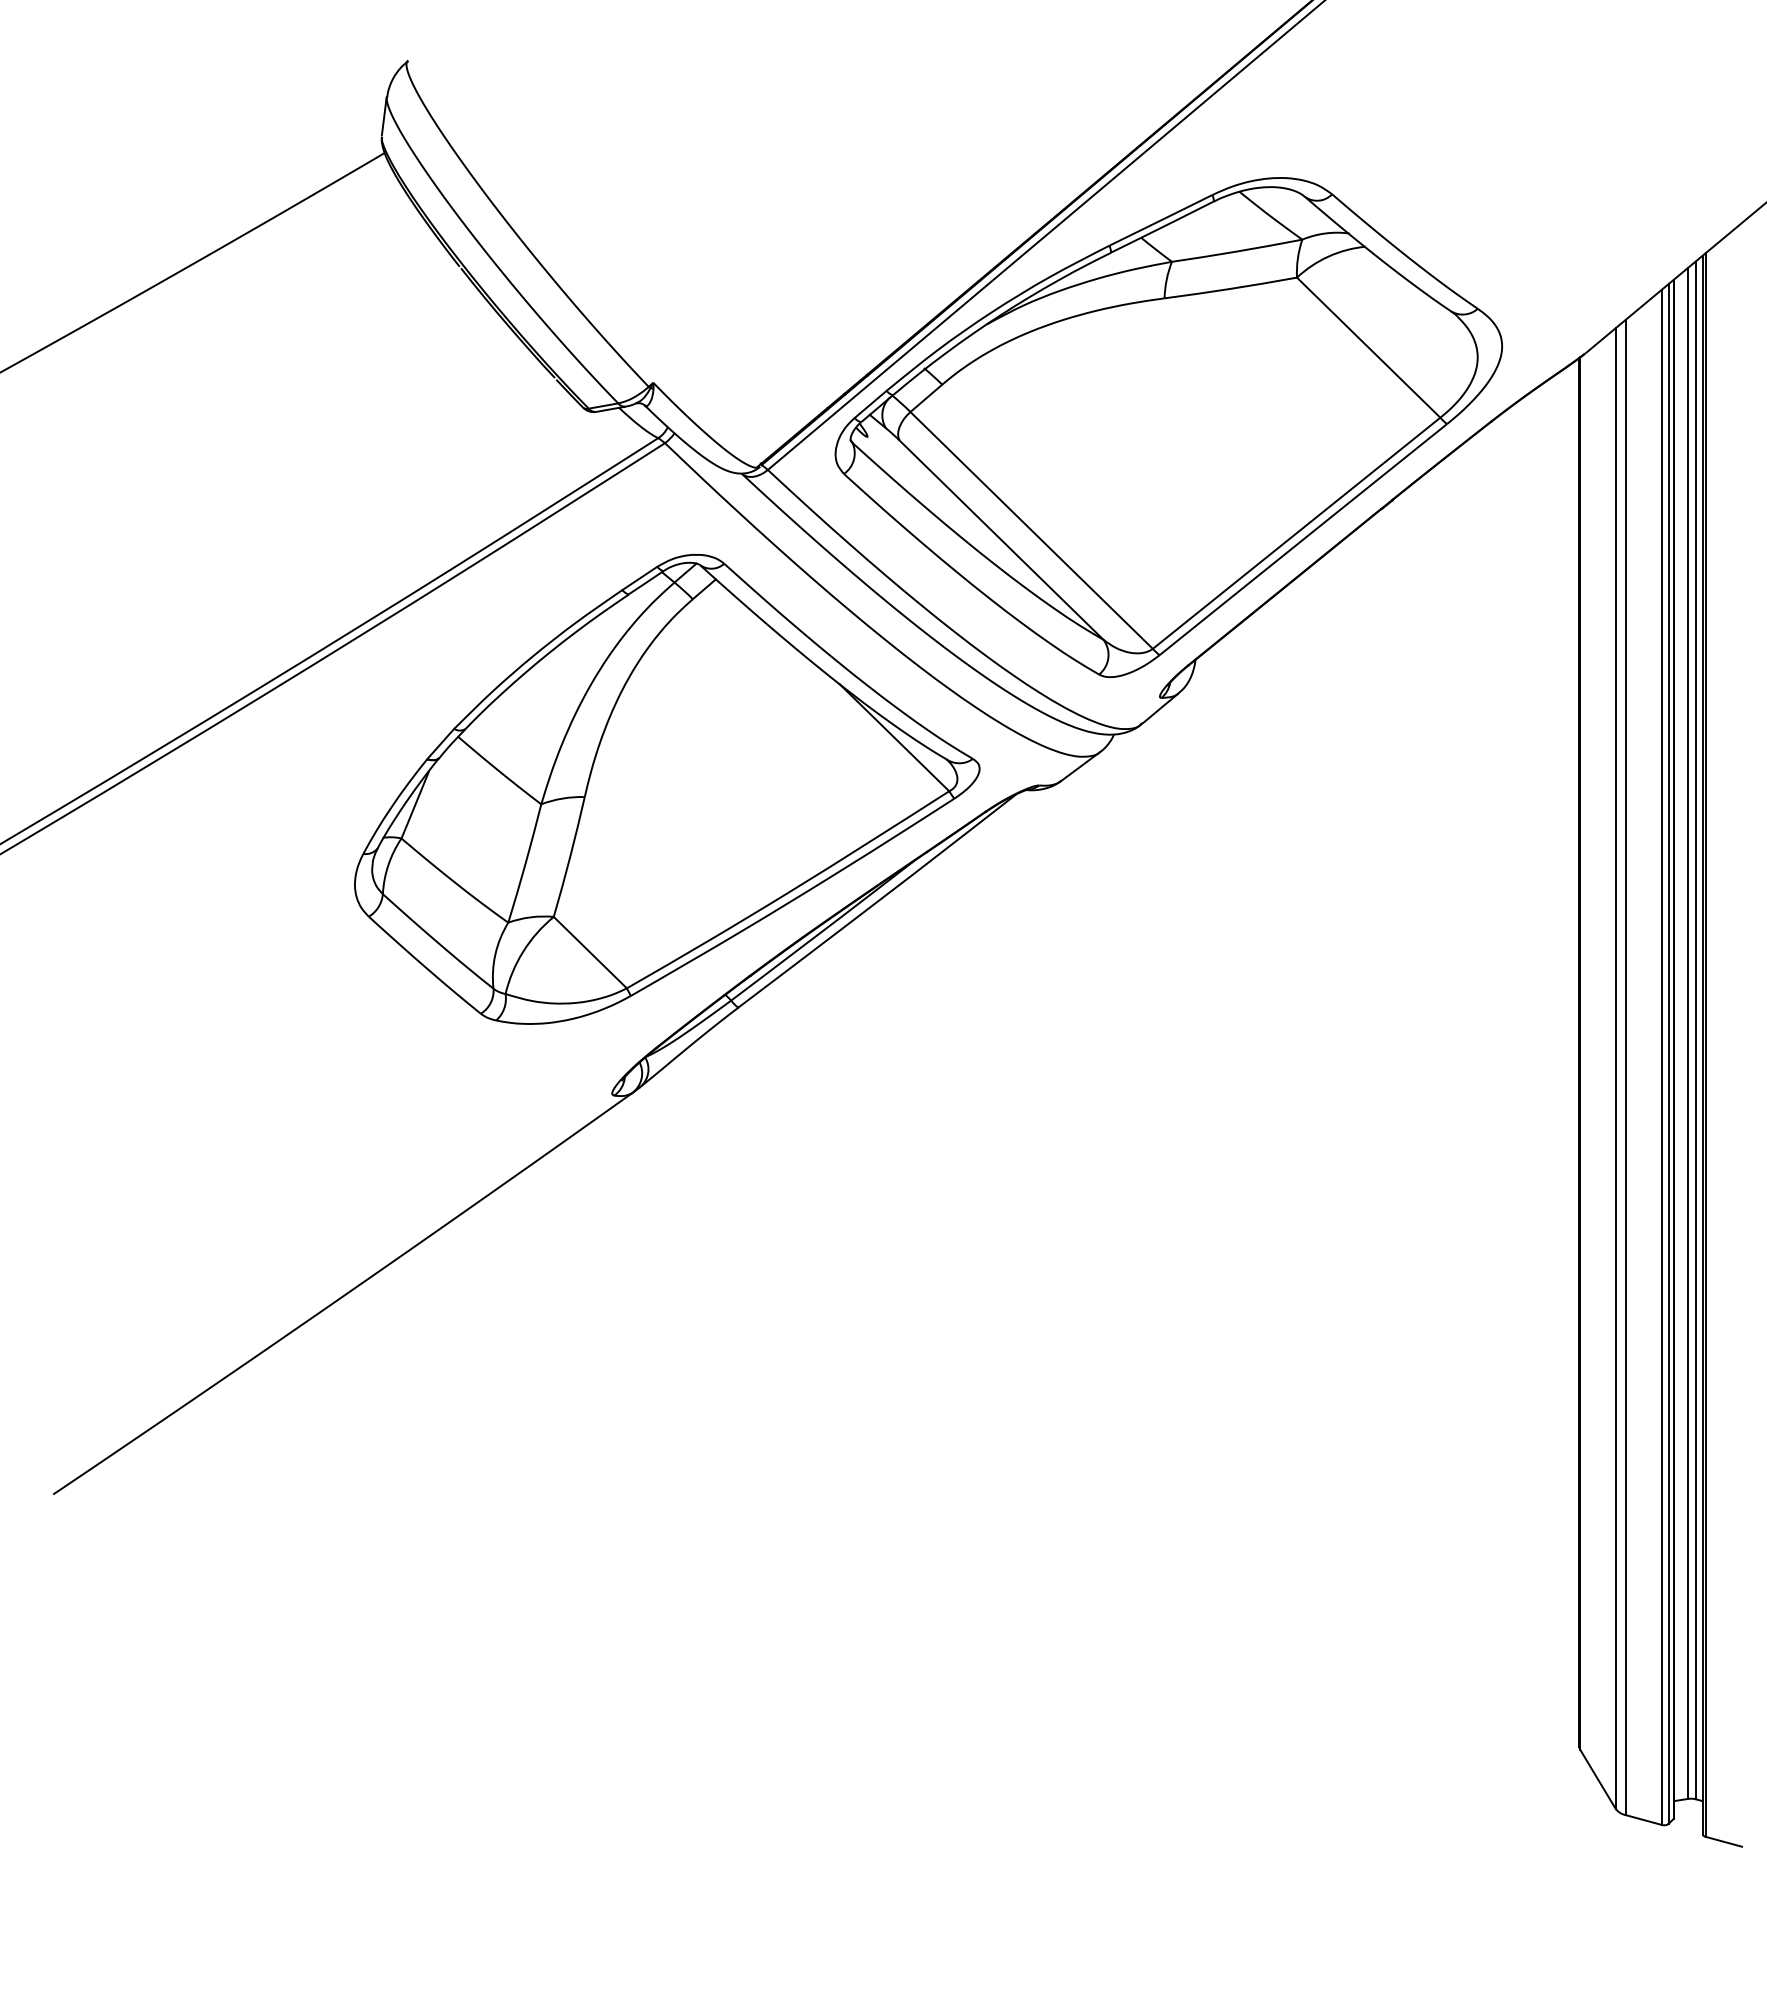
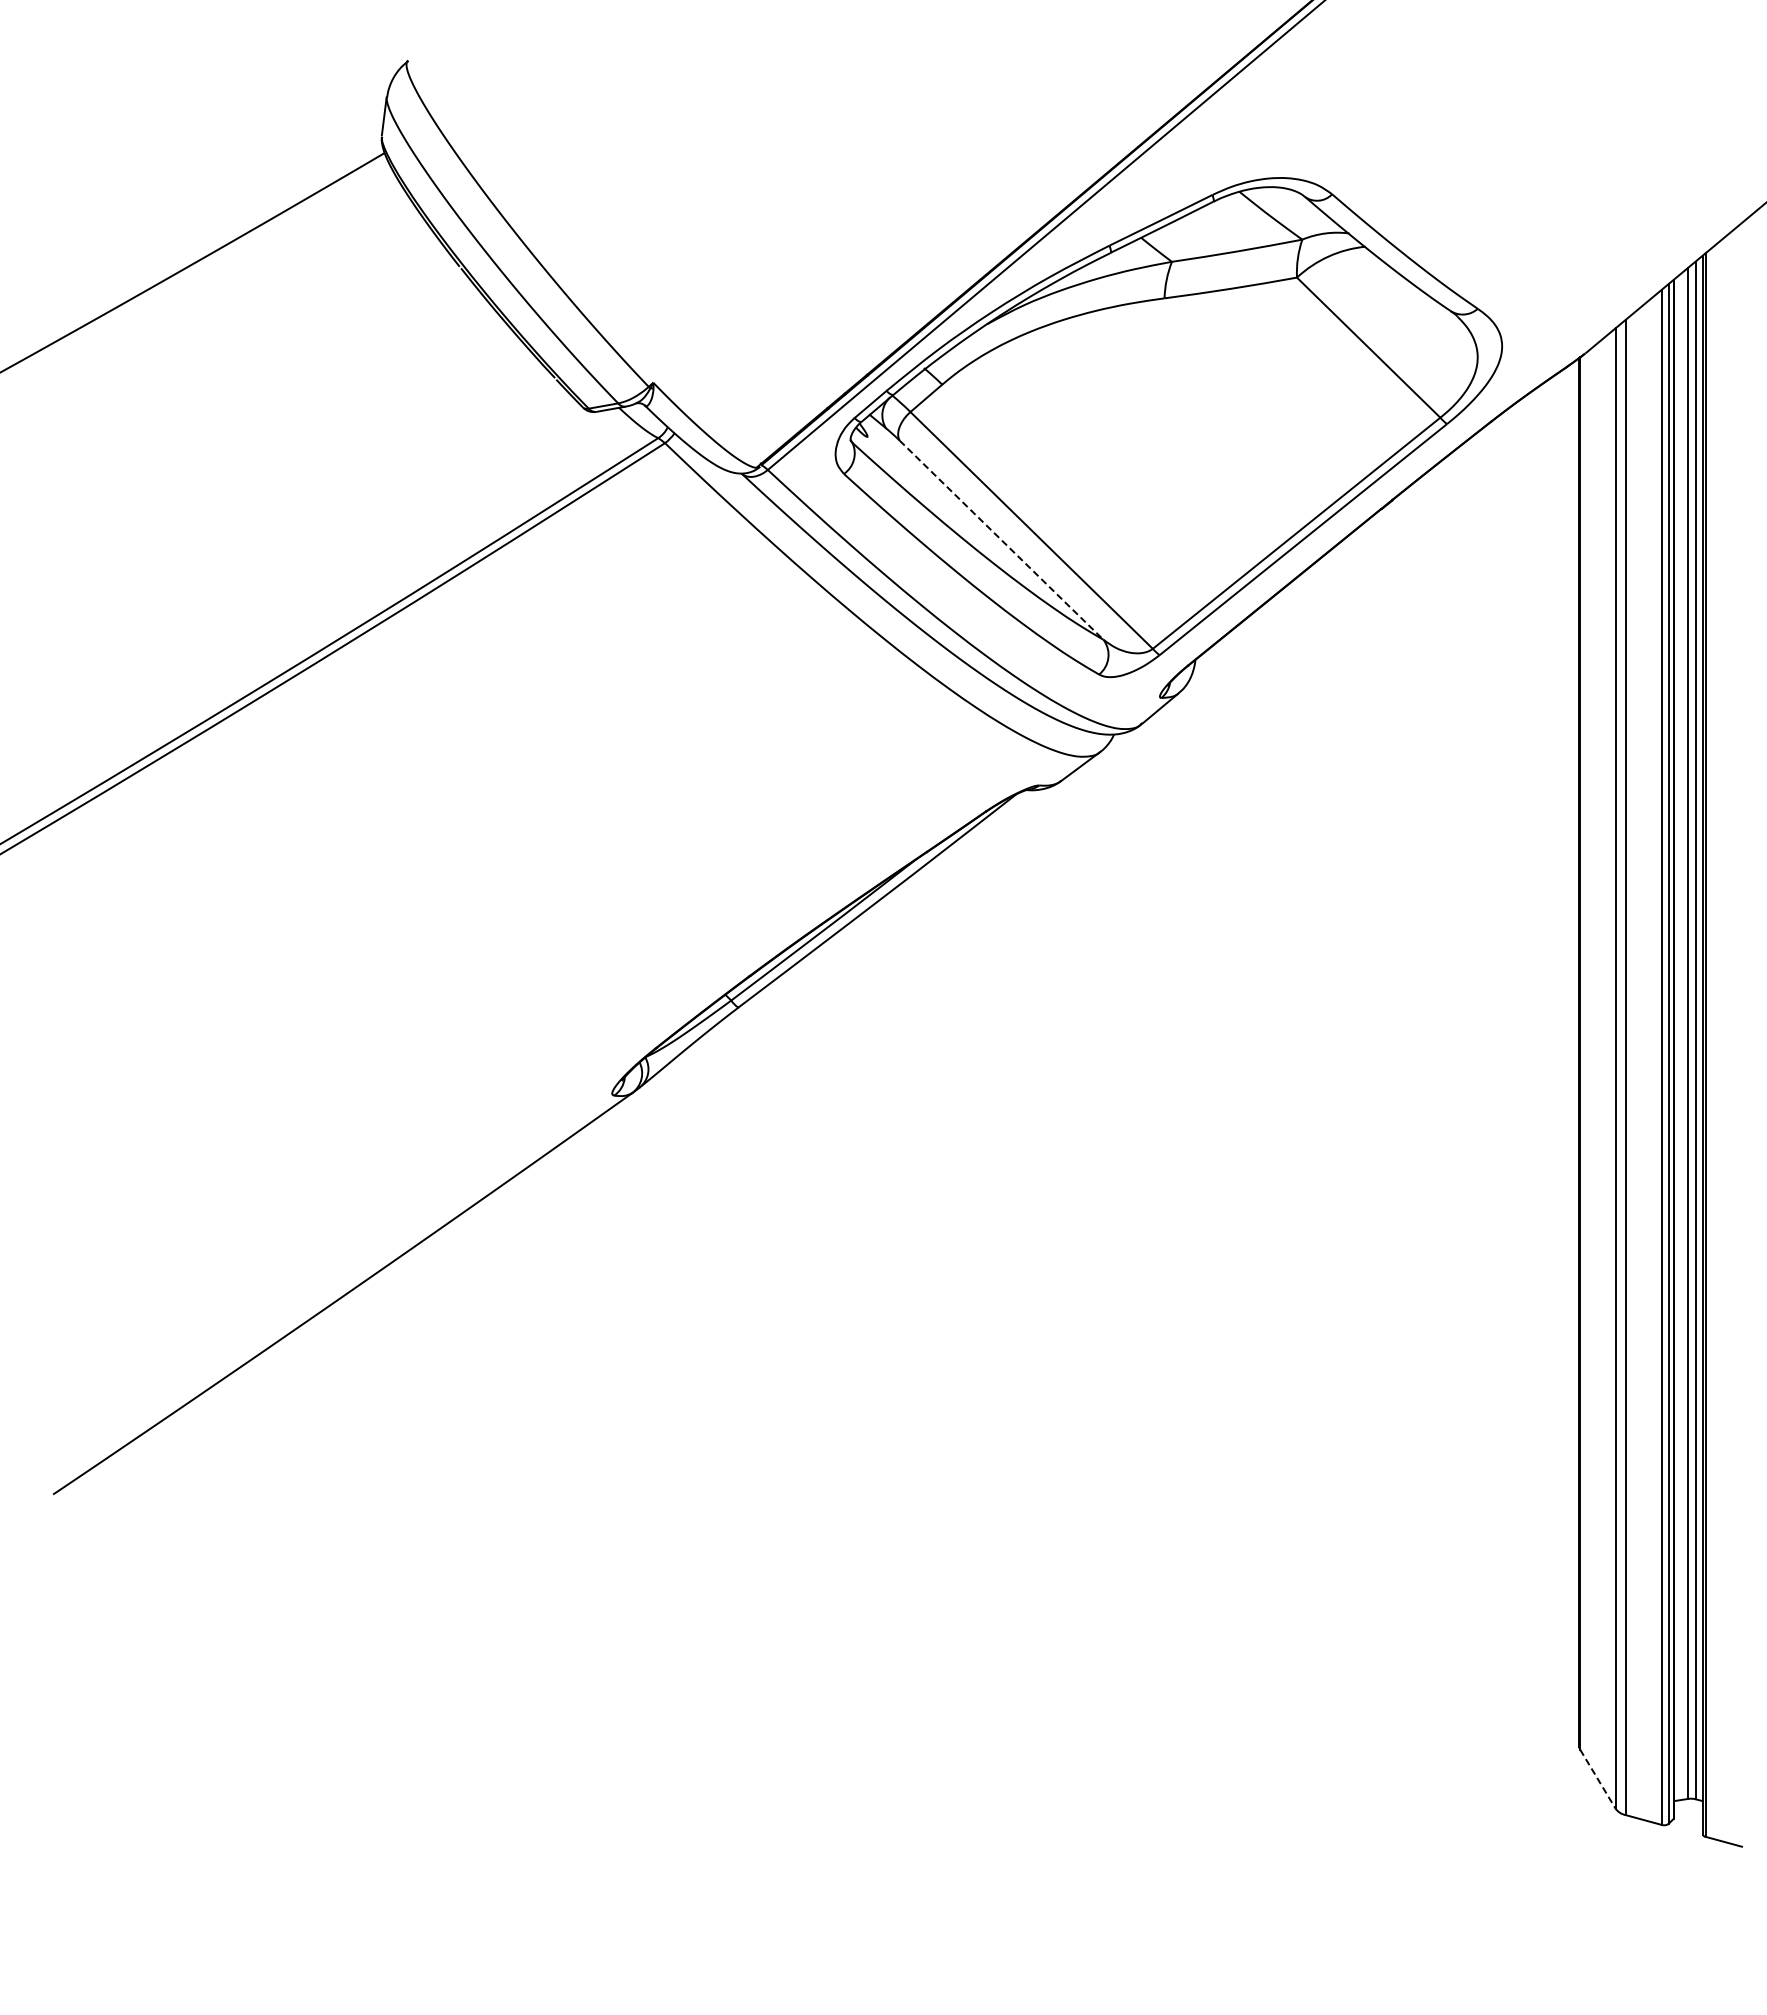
line at (1001, 540): solid -> dashed
part at (667, 789): present -> none
line at (1598, 1779): solid -> dashed
